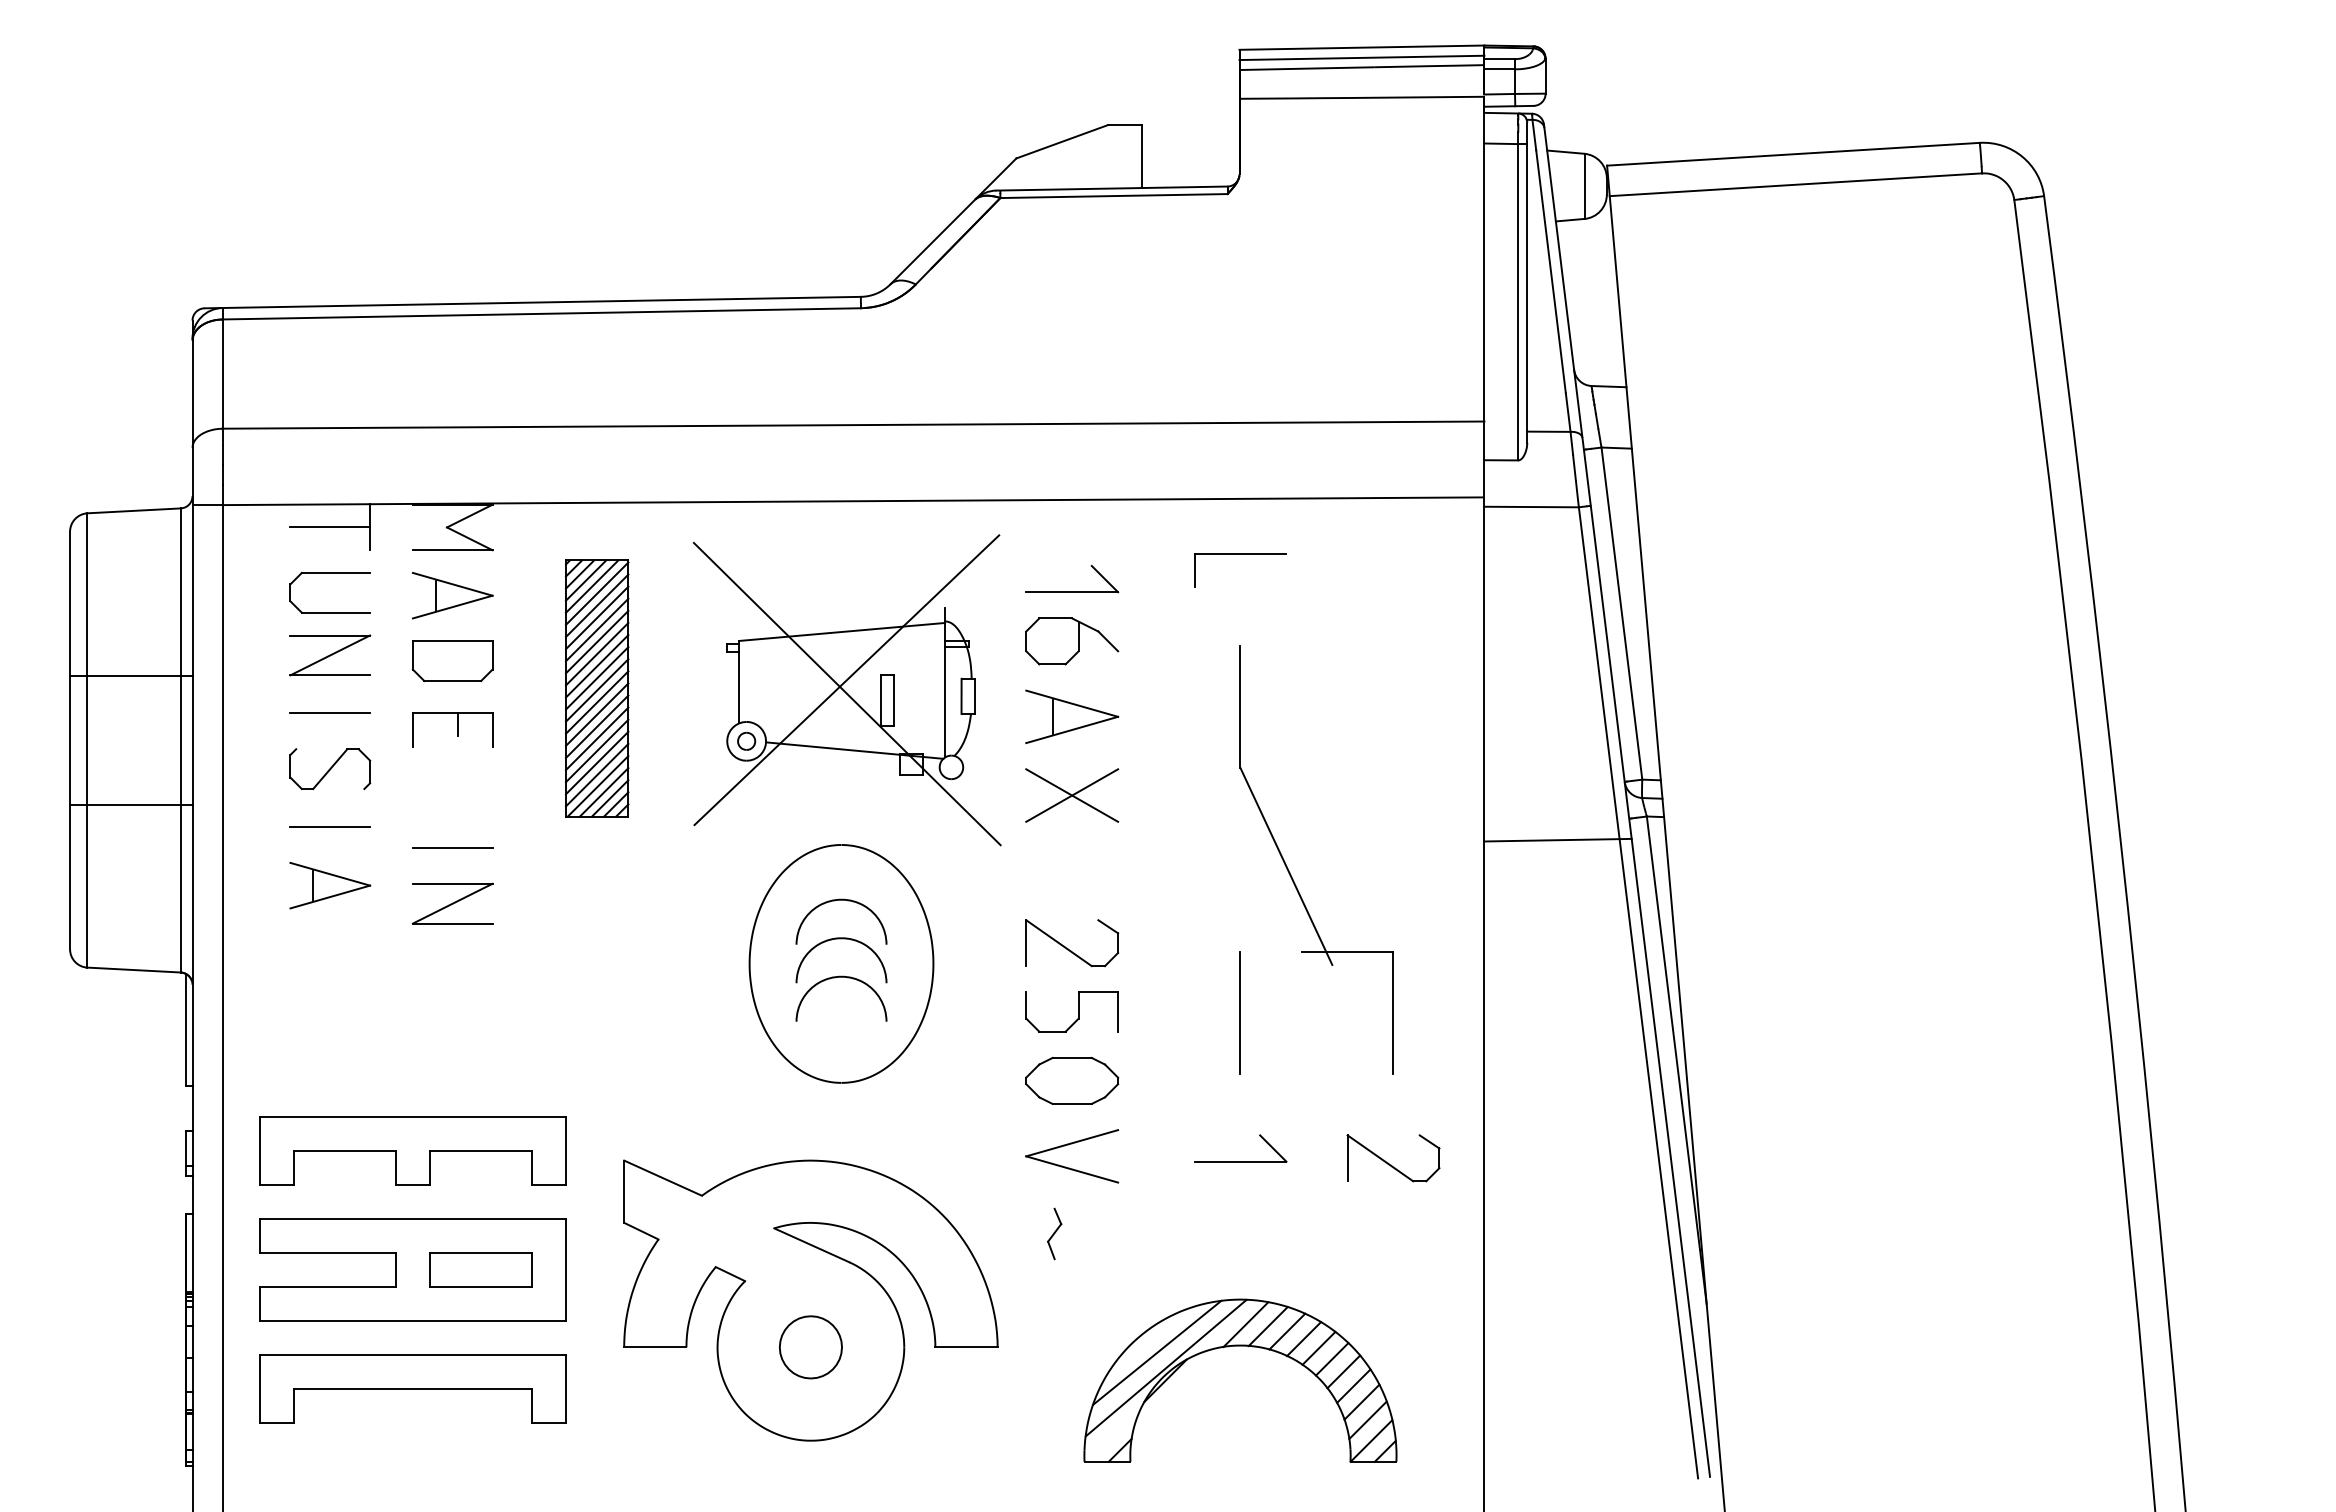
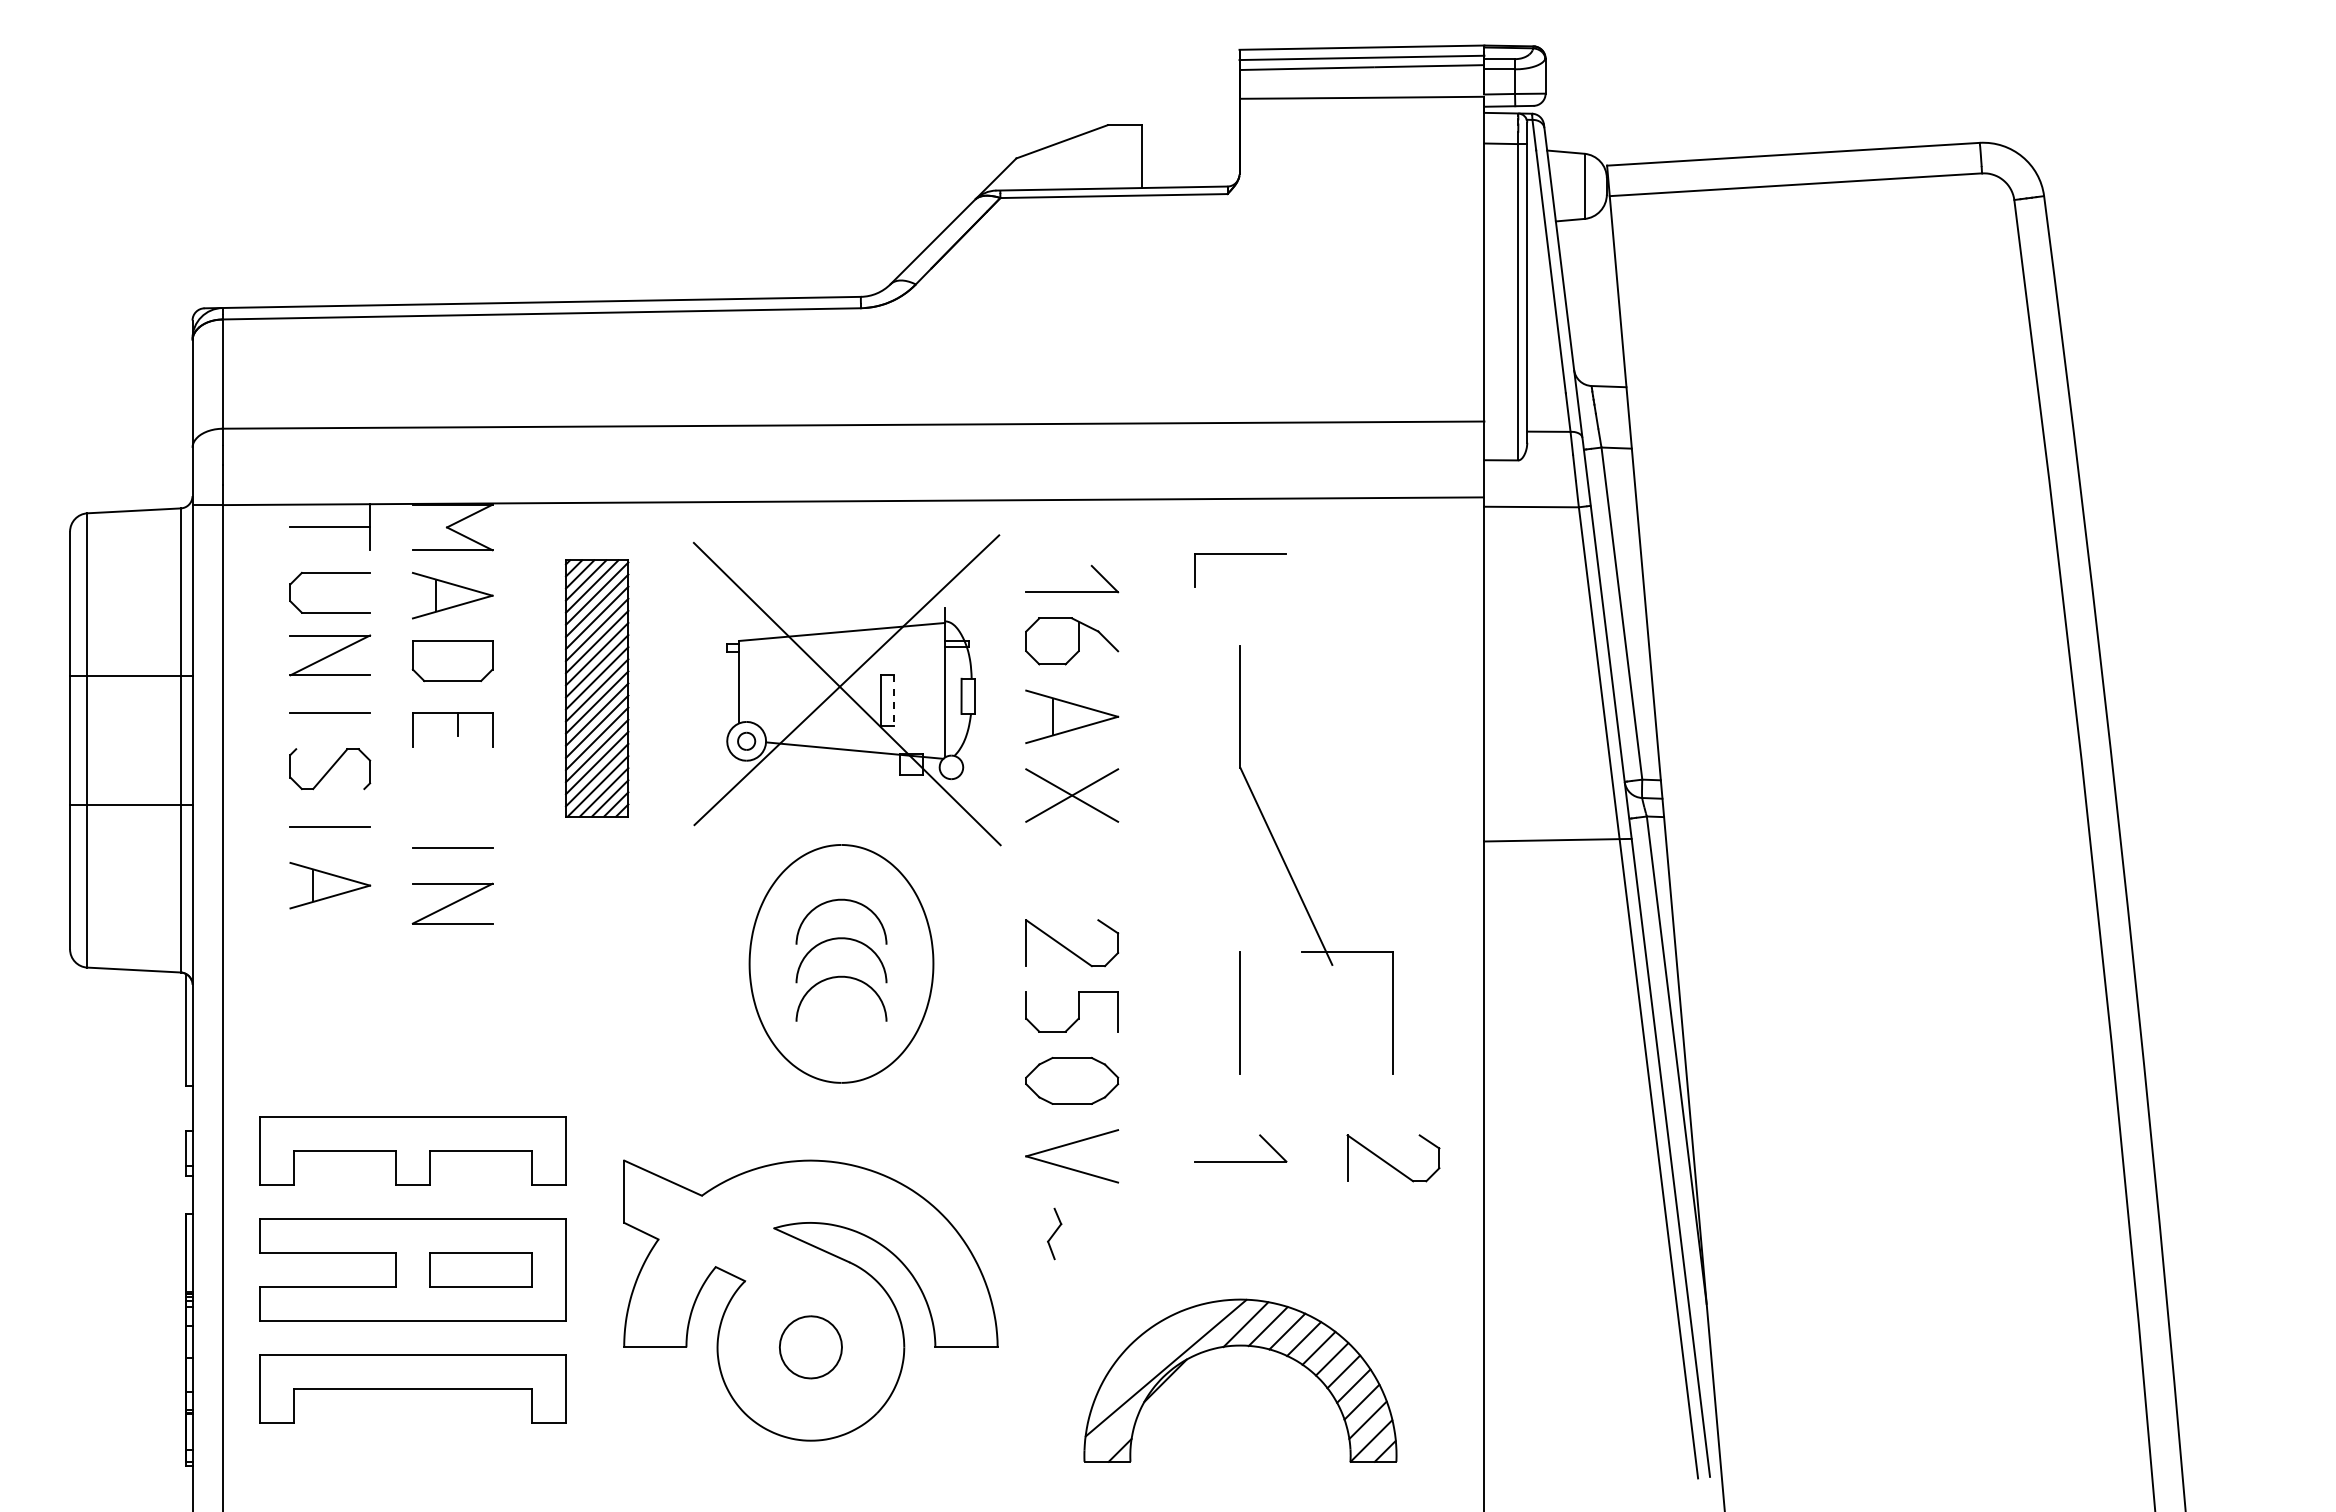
line at (894, 701): solid -> dashed
line at (1157, 1352): present -> none
